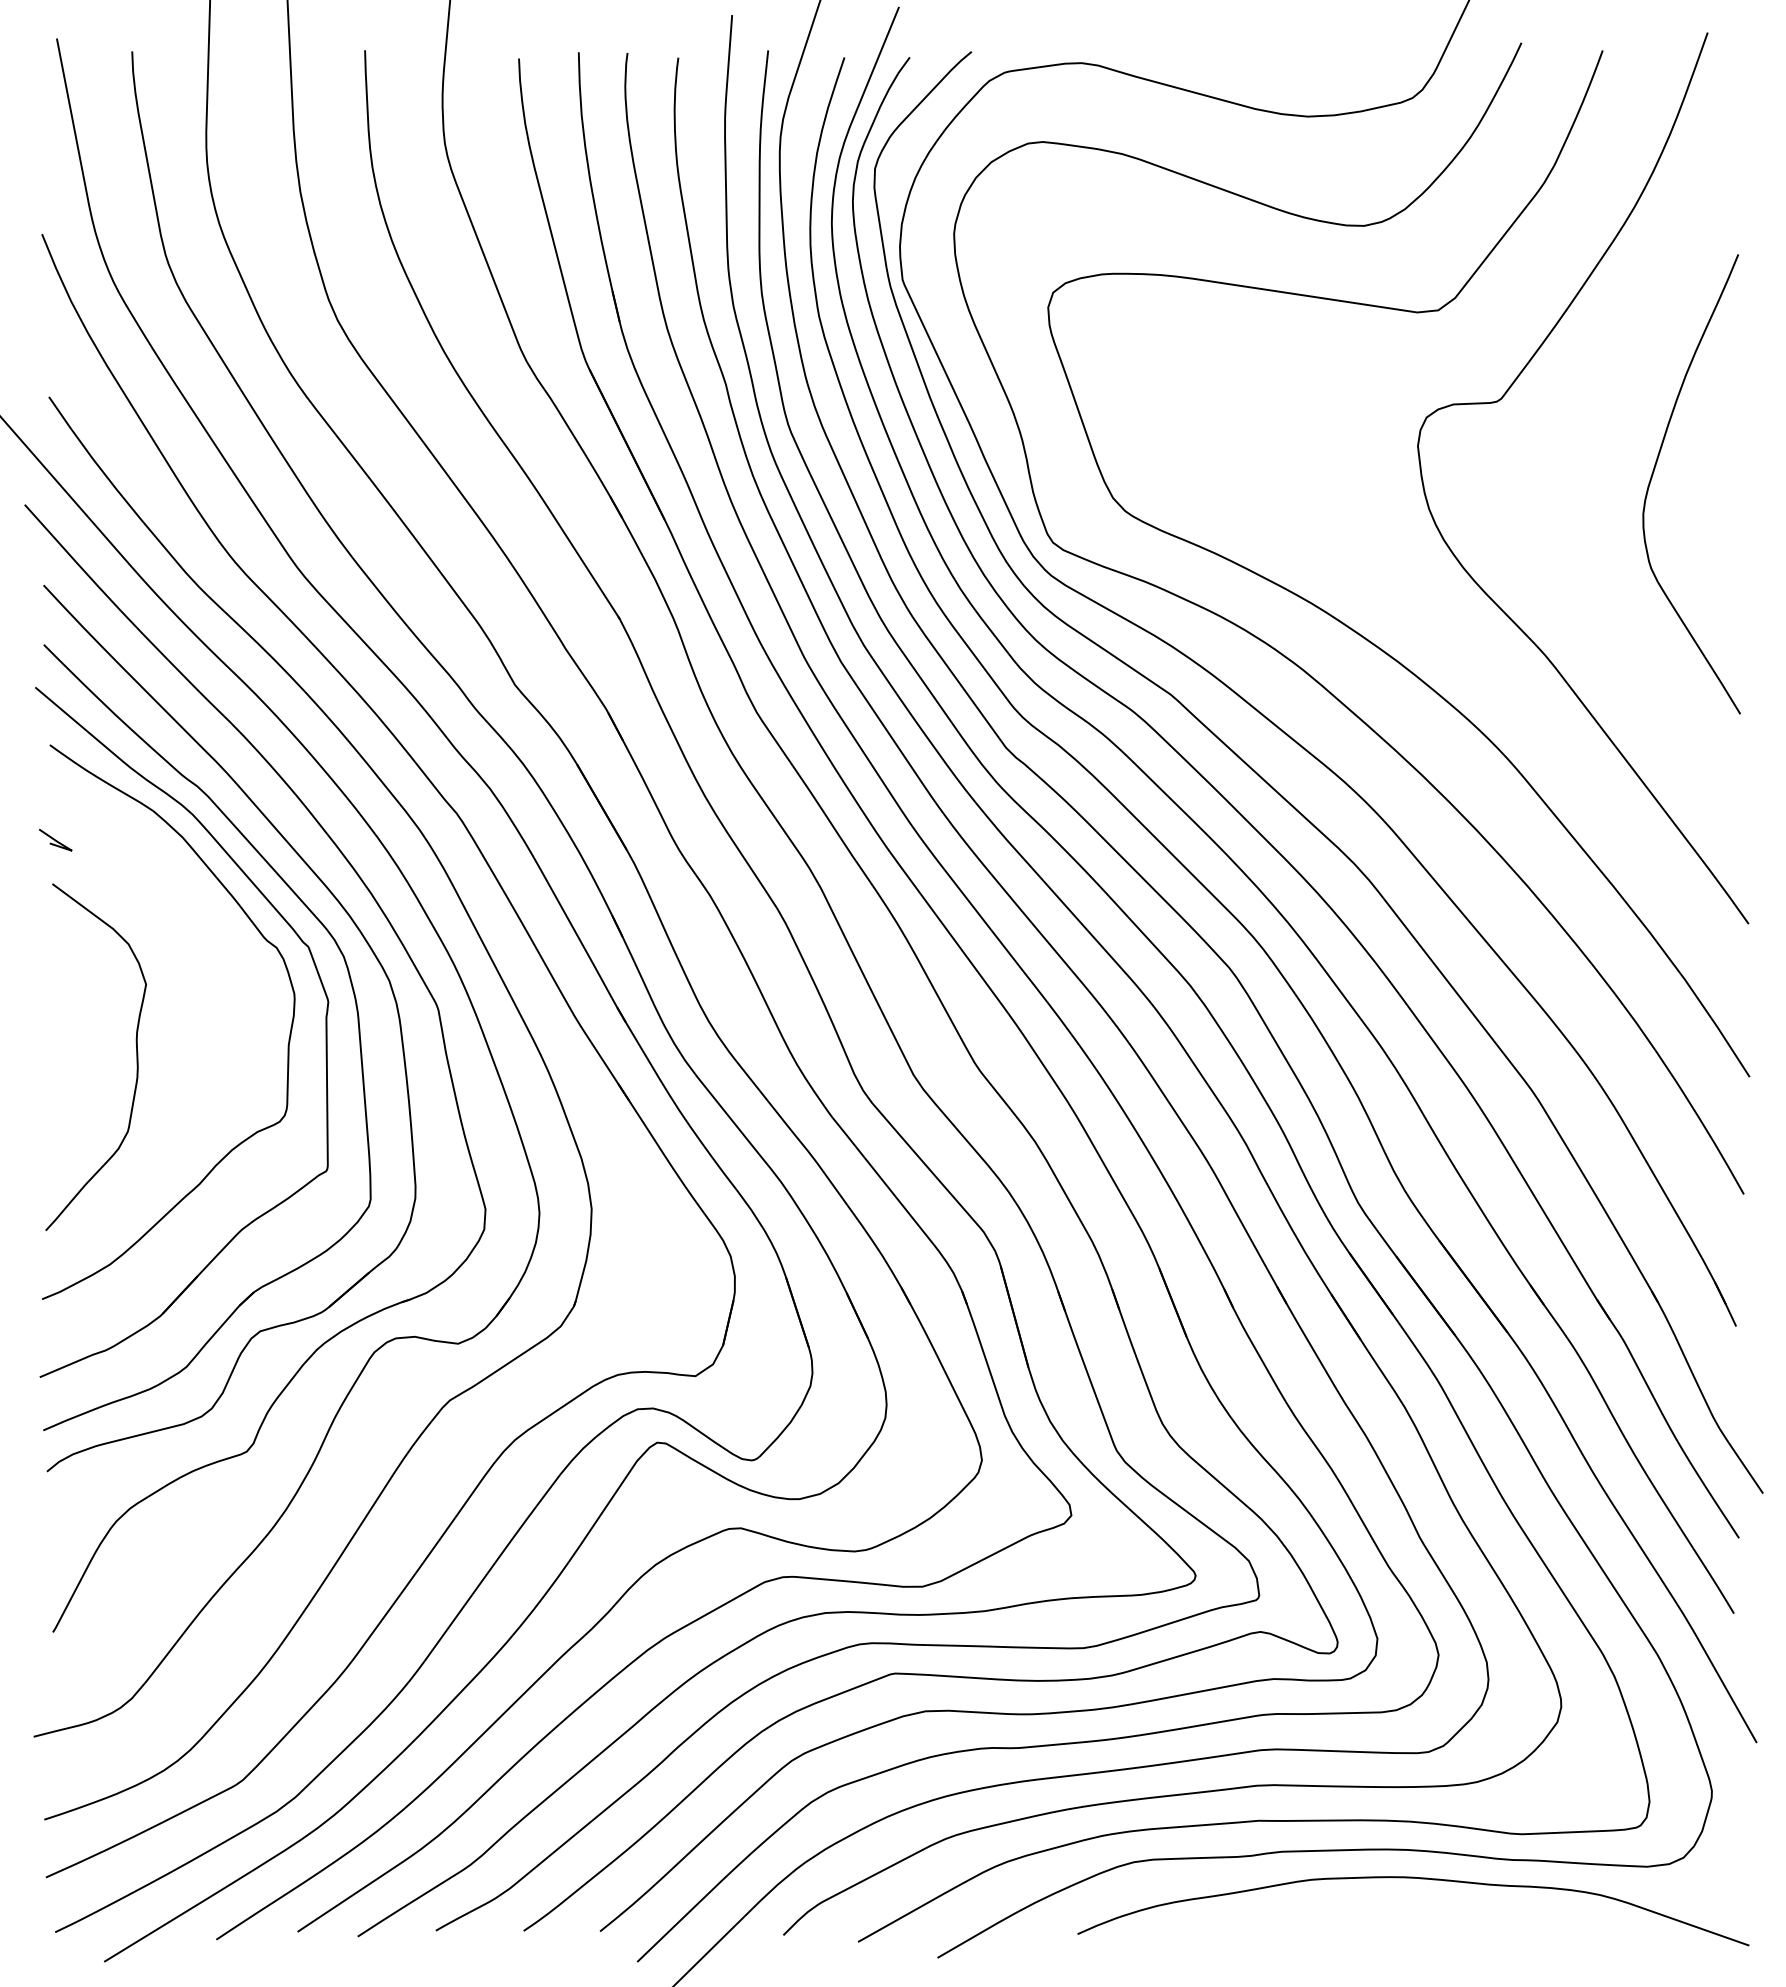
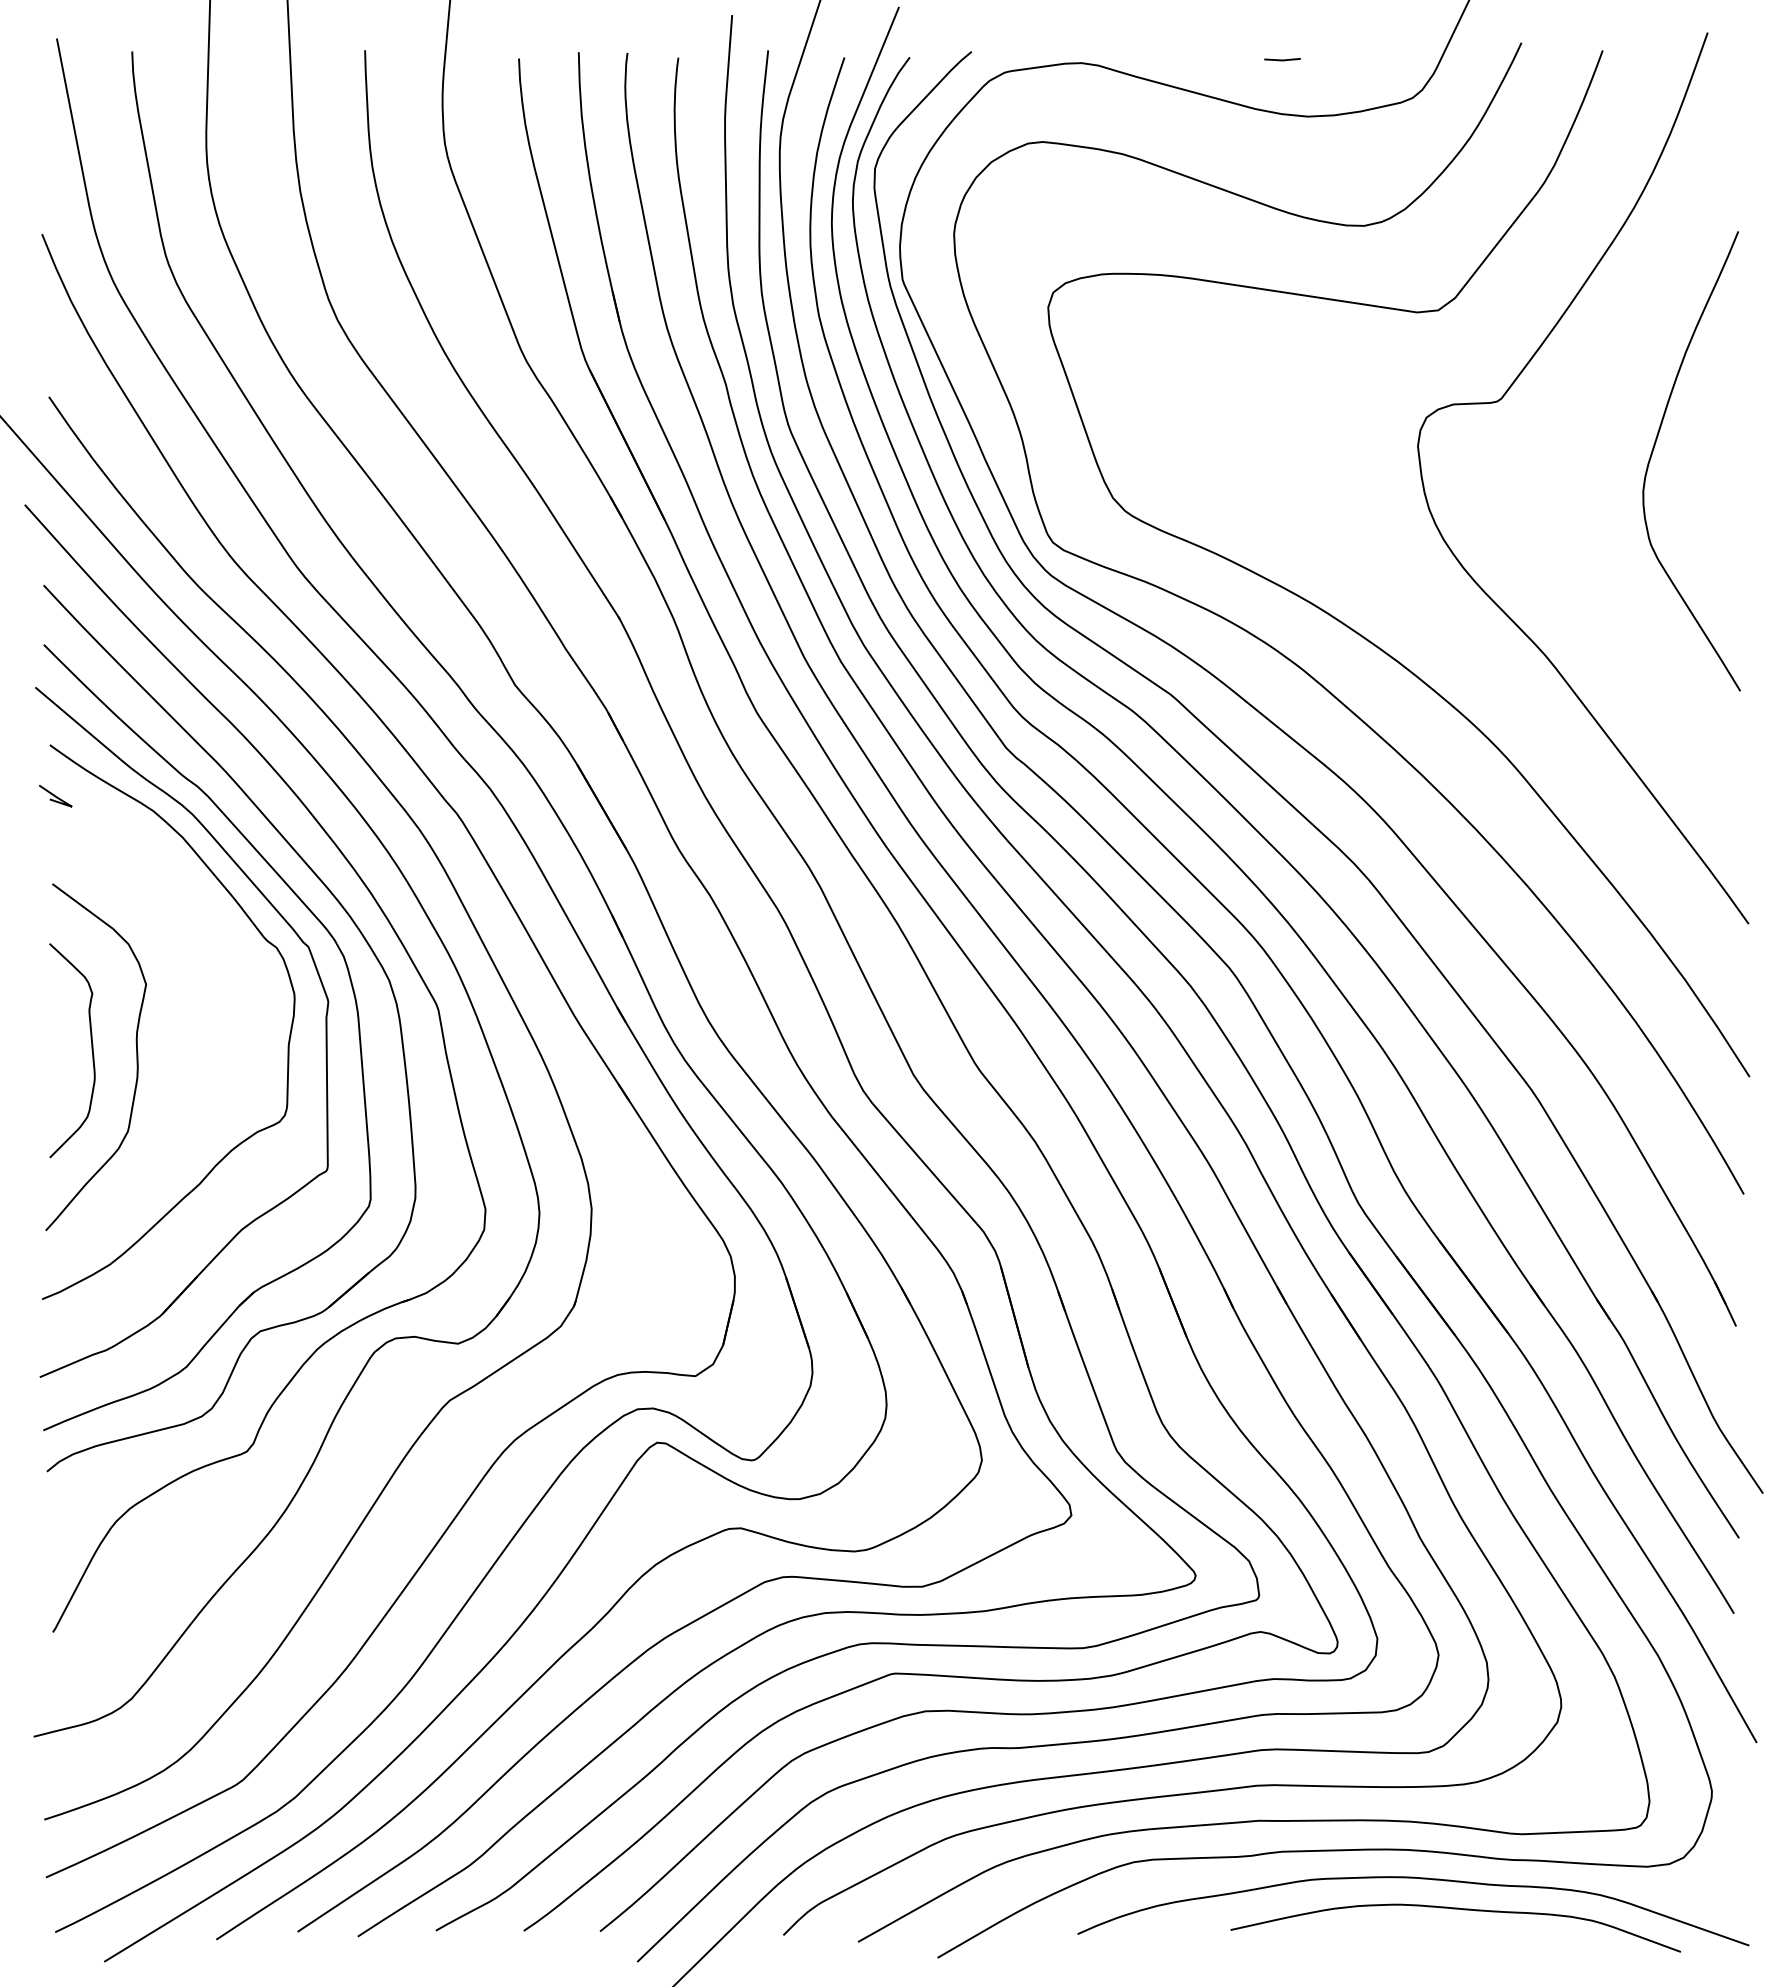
line at (1282, 59): none -> present
curve at (1653, 475) position: (1653, 475) -> (1653, 452)
curve at (55, 839) position: (55, 839) -> (55, 795)
curve at (91, 1050): none -> present
curve at (1455, 1909): none -> present
